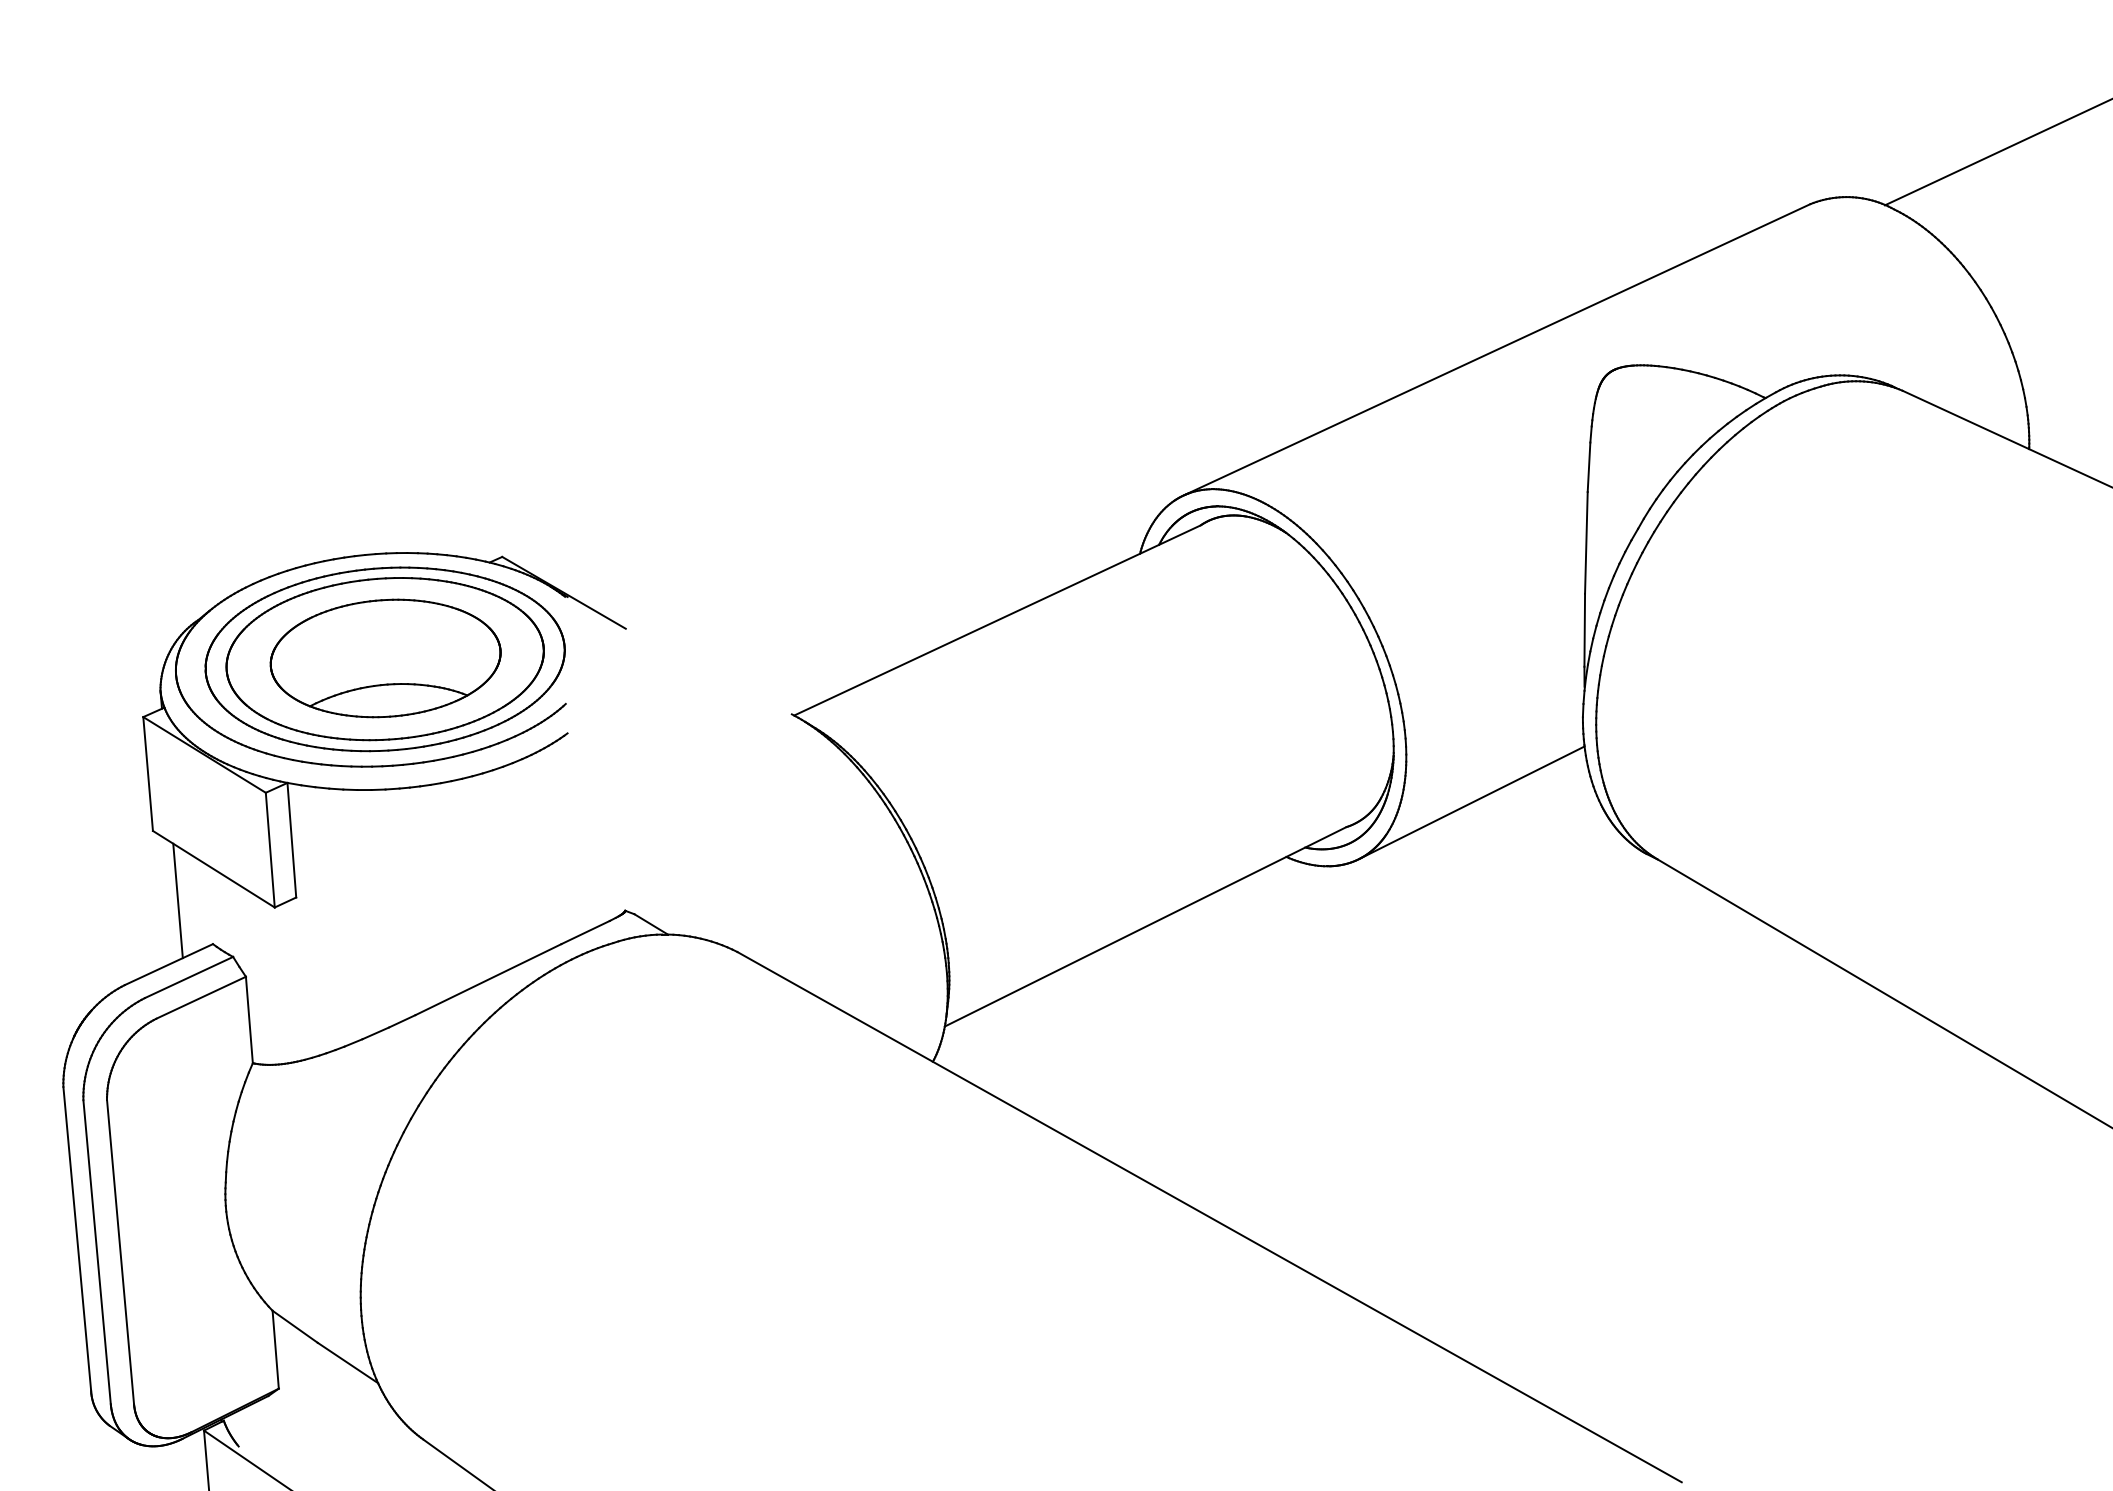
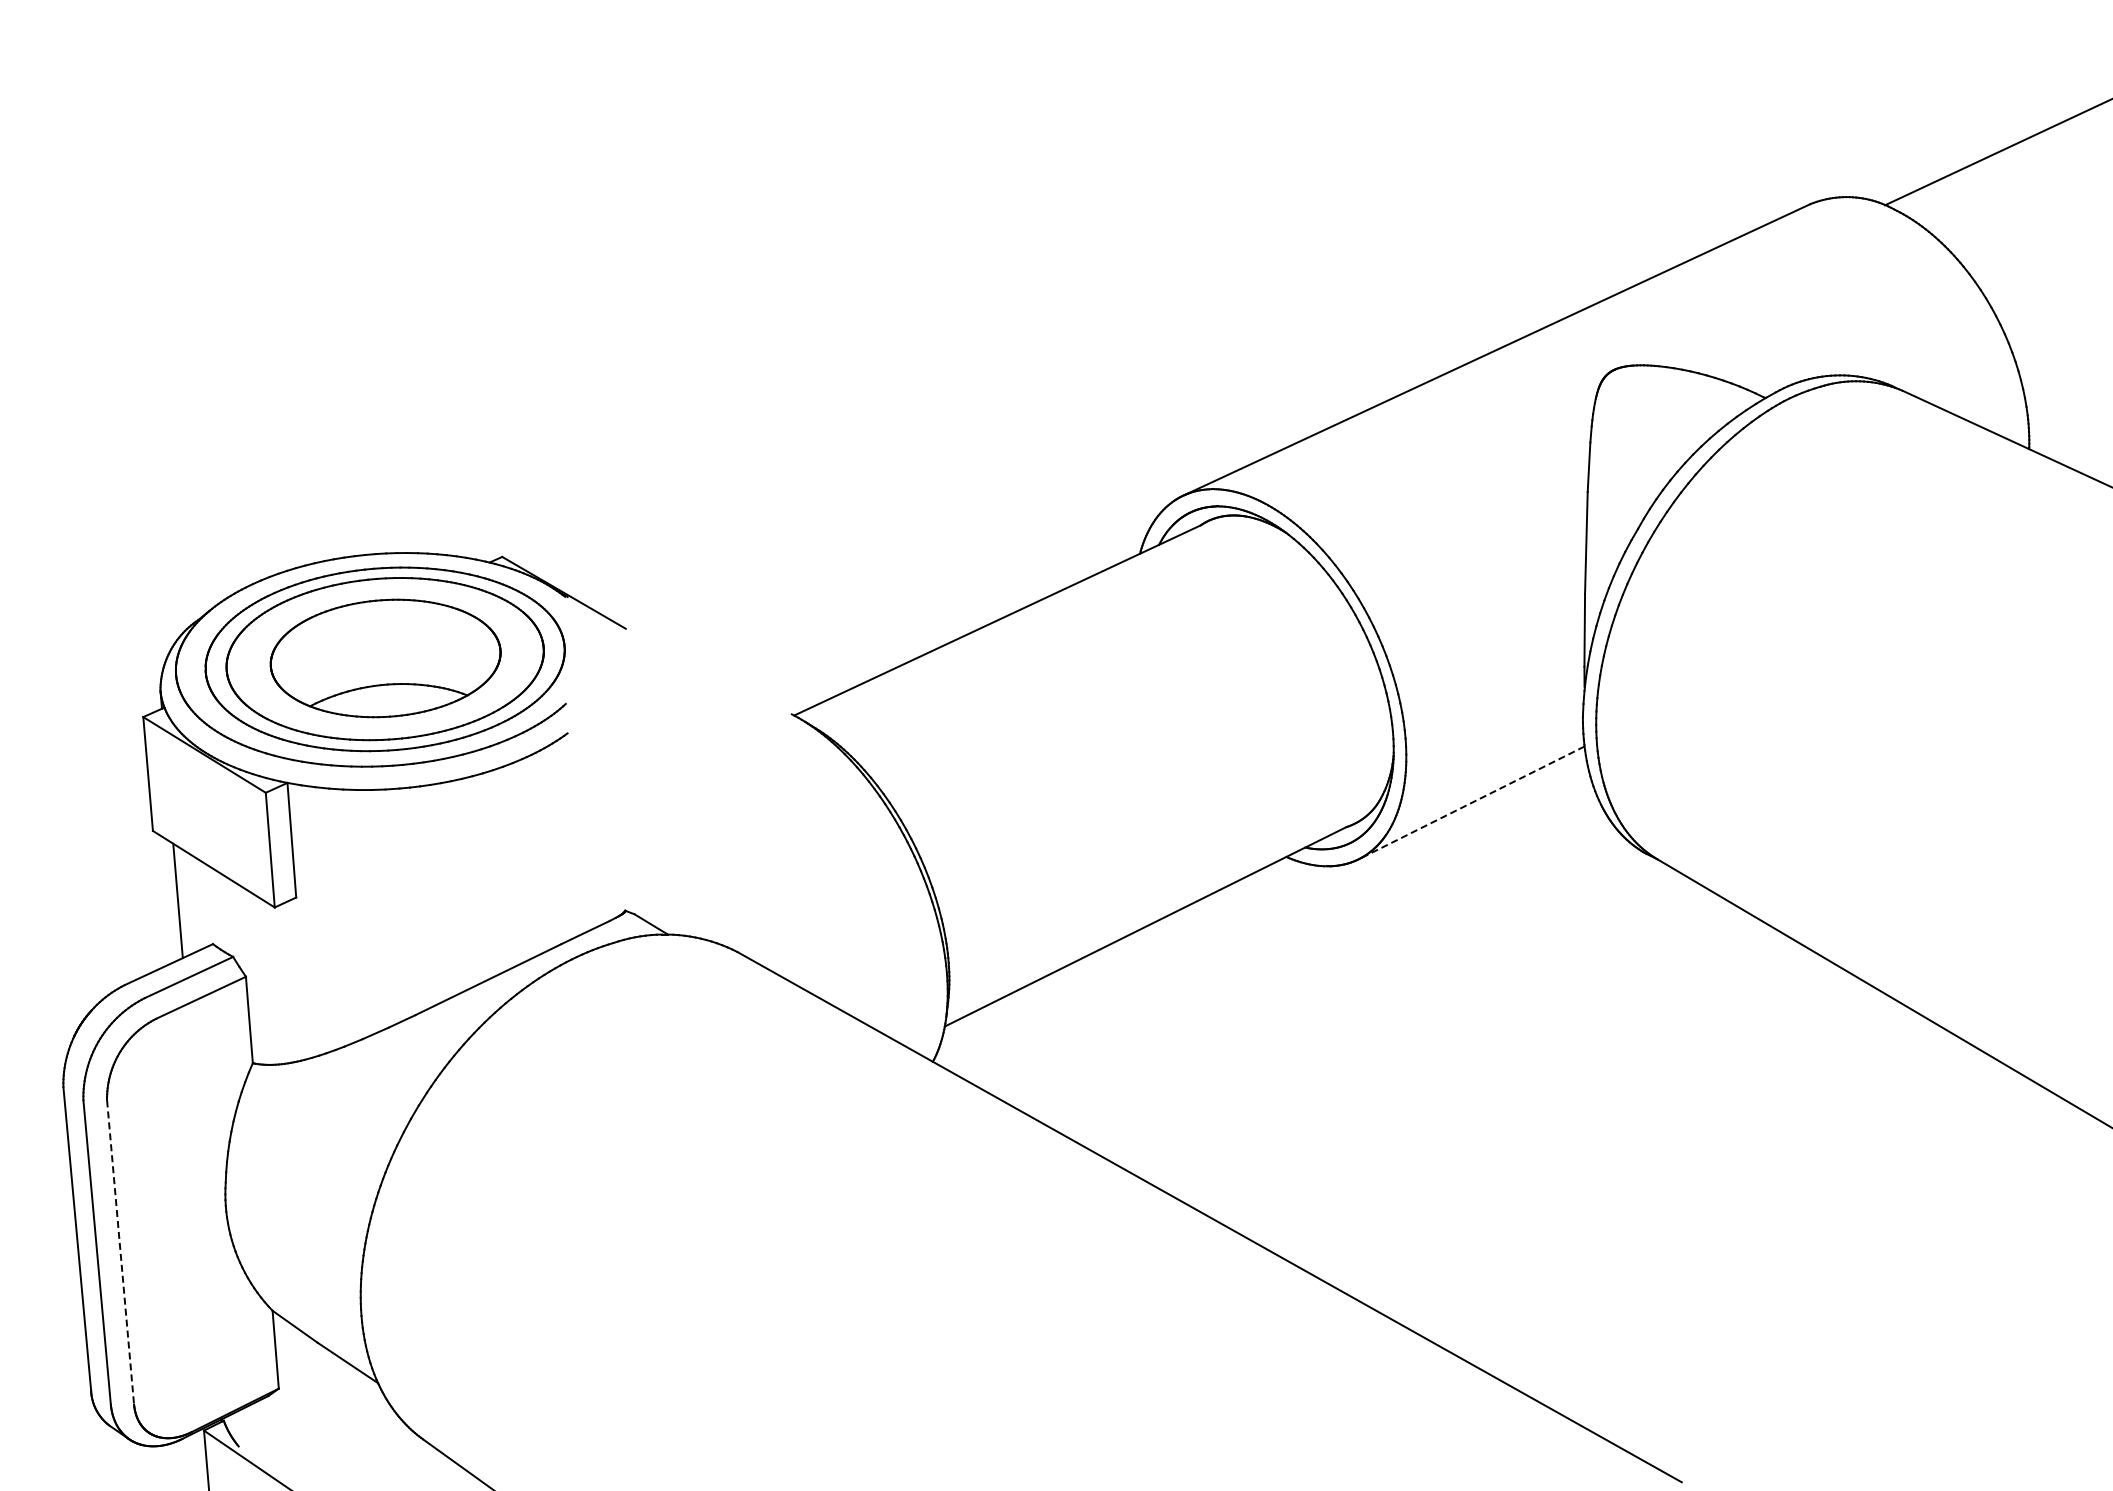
line at (1472, 802): solid -> dashed
line at (120, 1252): solid -> dashed
